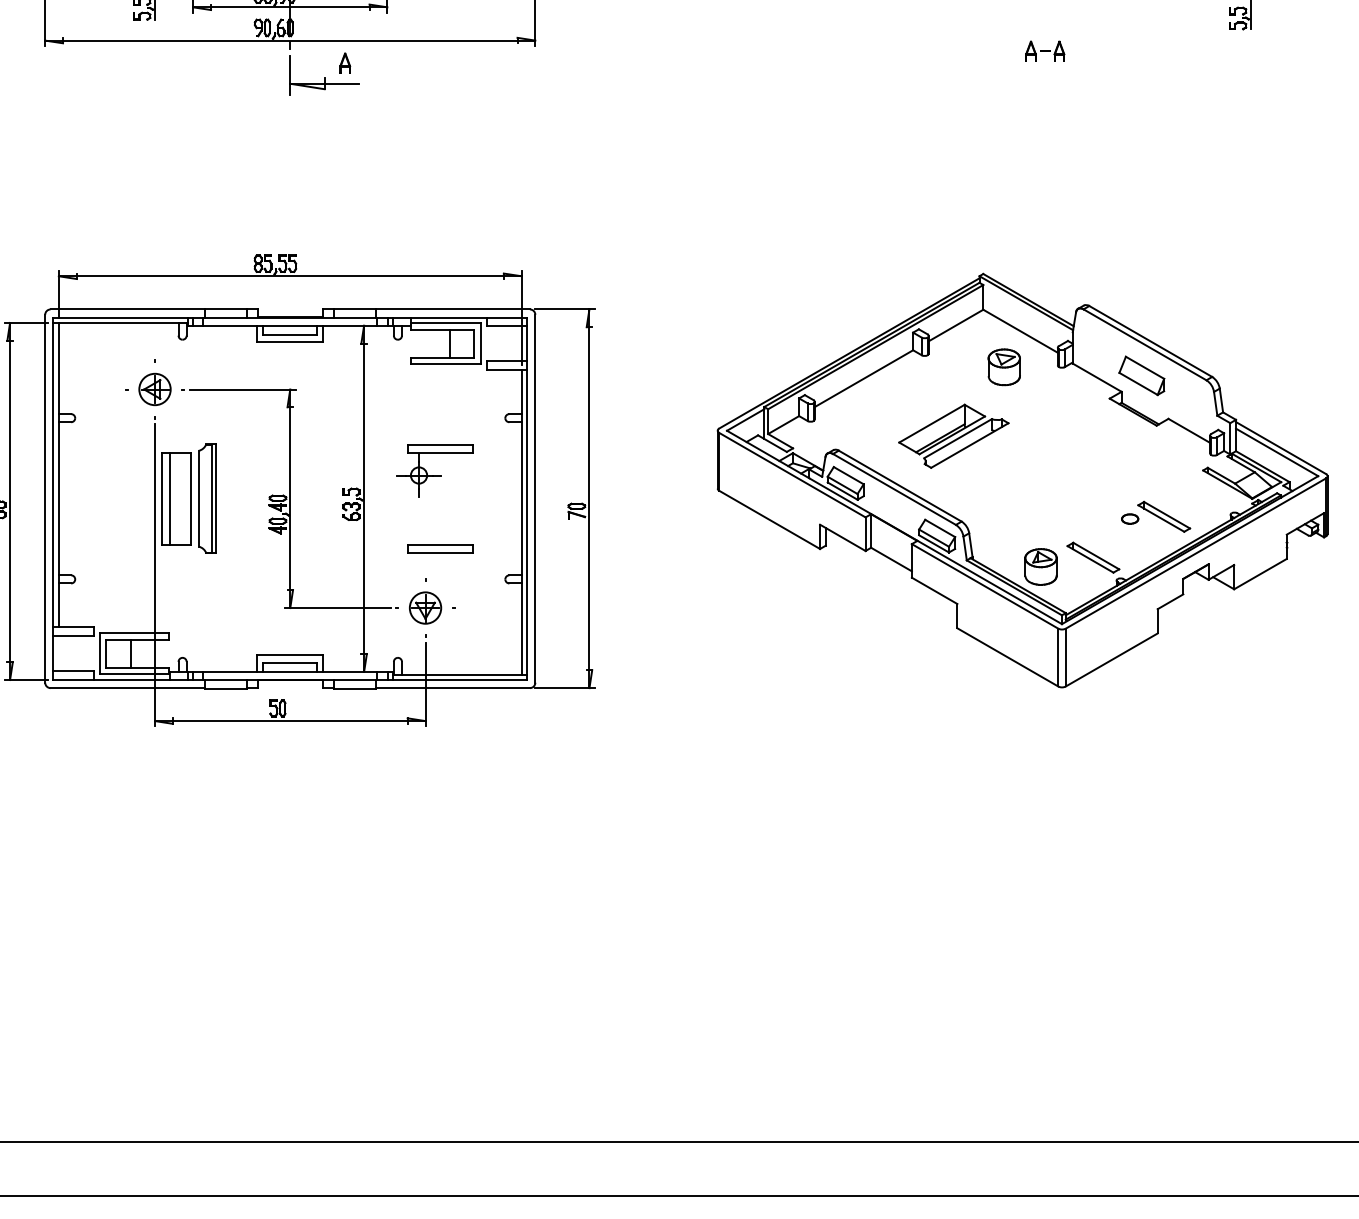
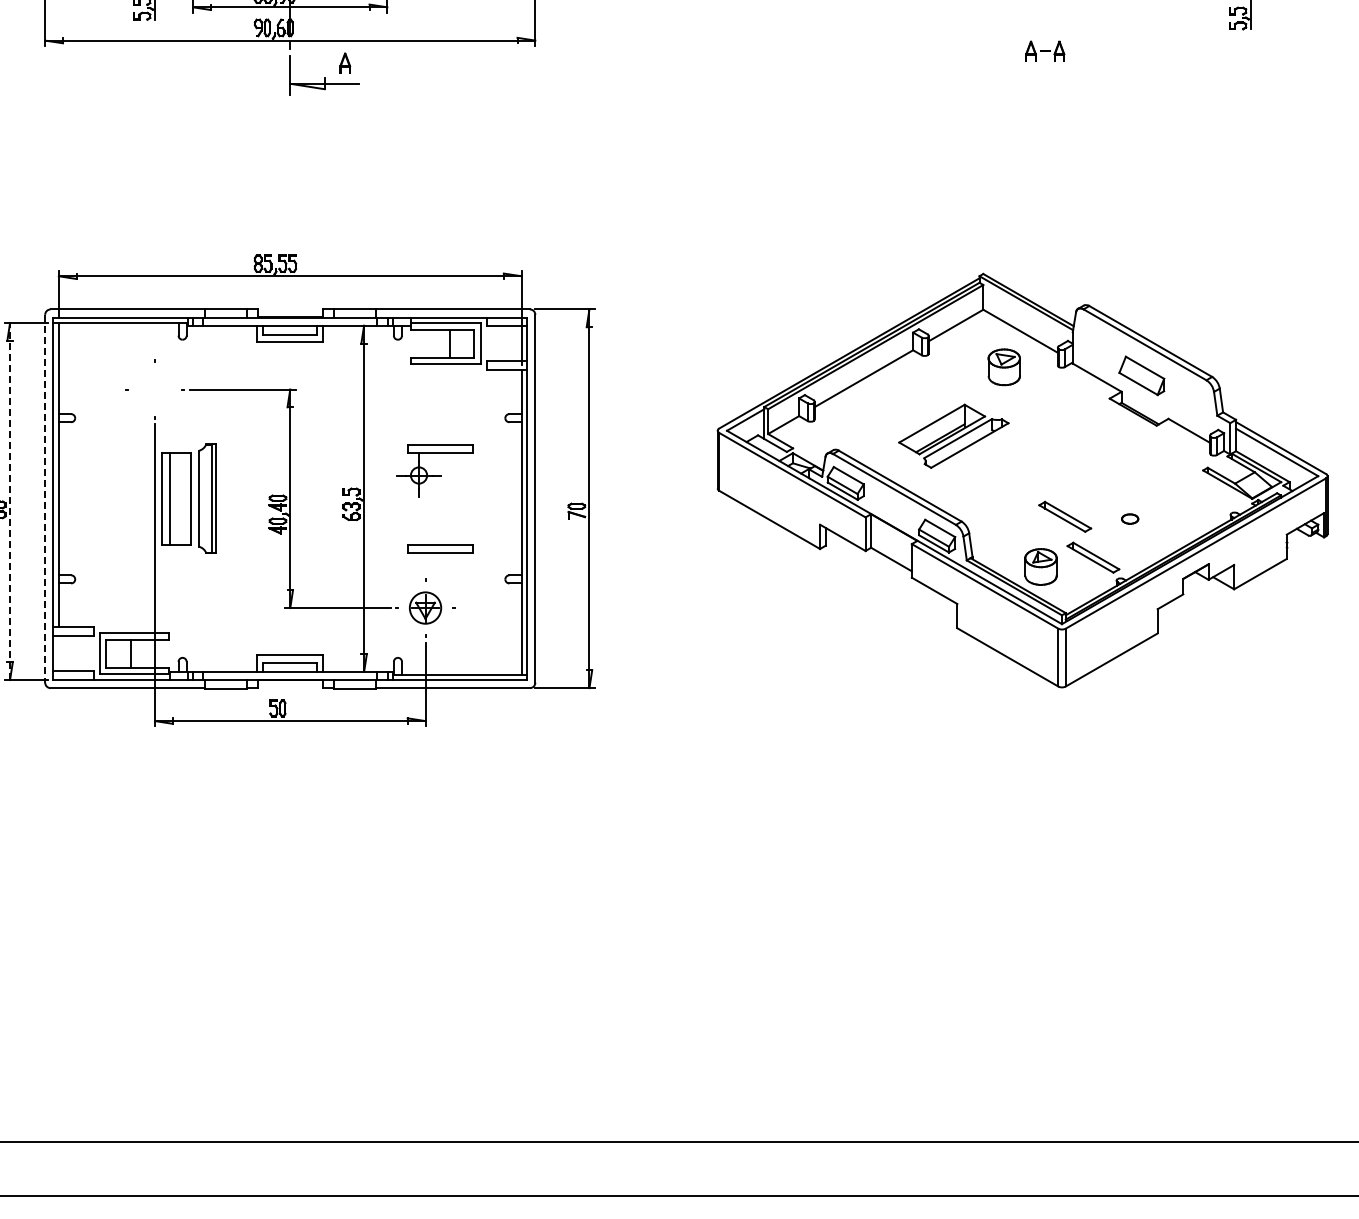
part at (154, 389): present -> none
line at (45, 498): solid -> dashed
line at (10, 501): solid -> dashed
part at (1164, 516) position: (1164, 516) -> (1065, 516)
